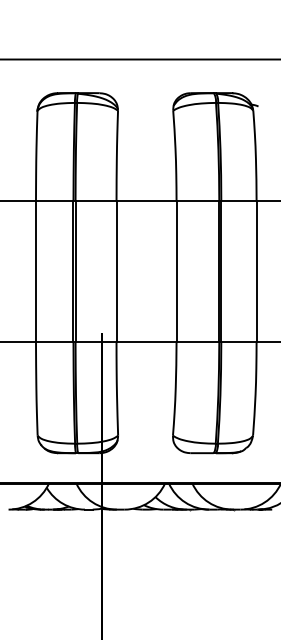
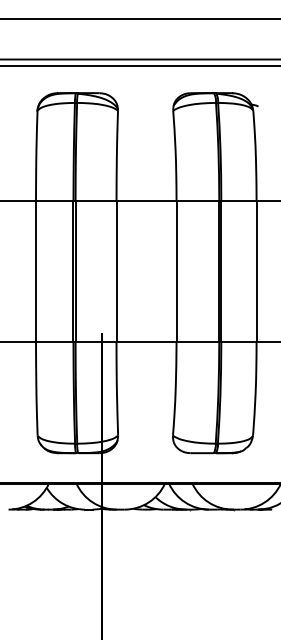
line at (139, 19): none -> present
line at (139, 66): none -> present
